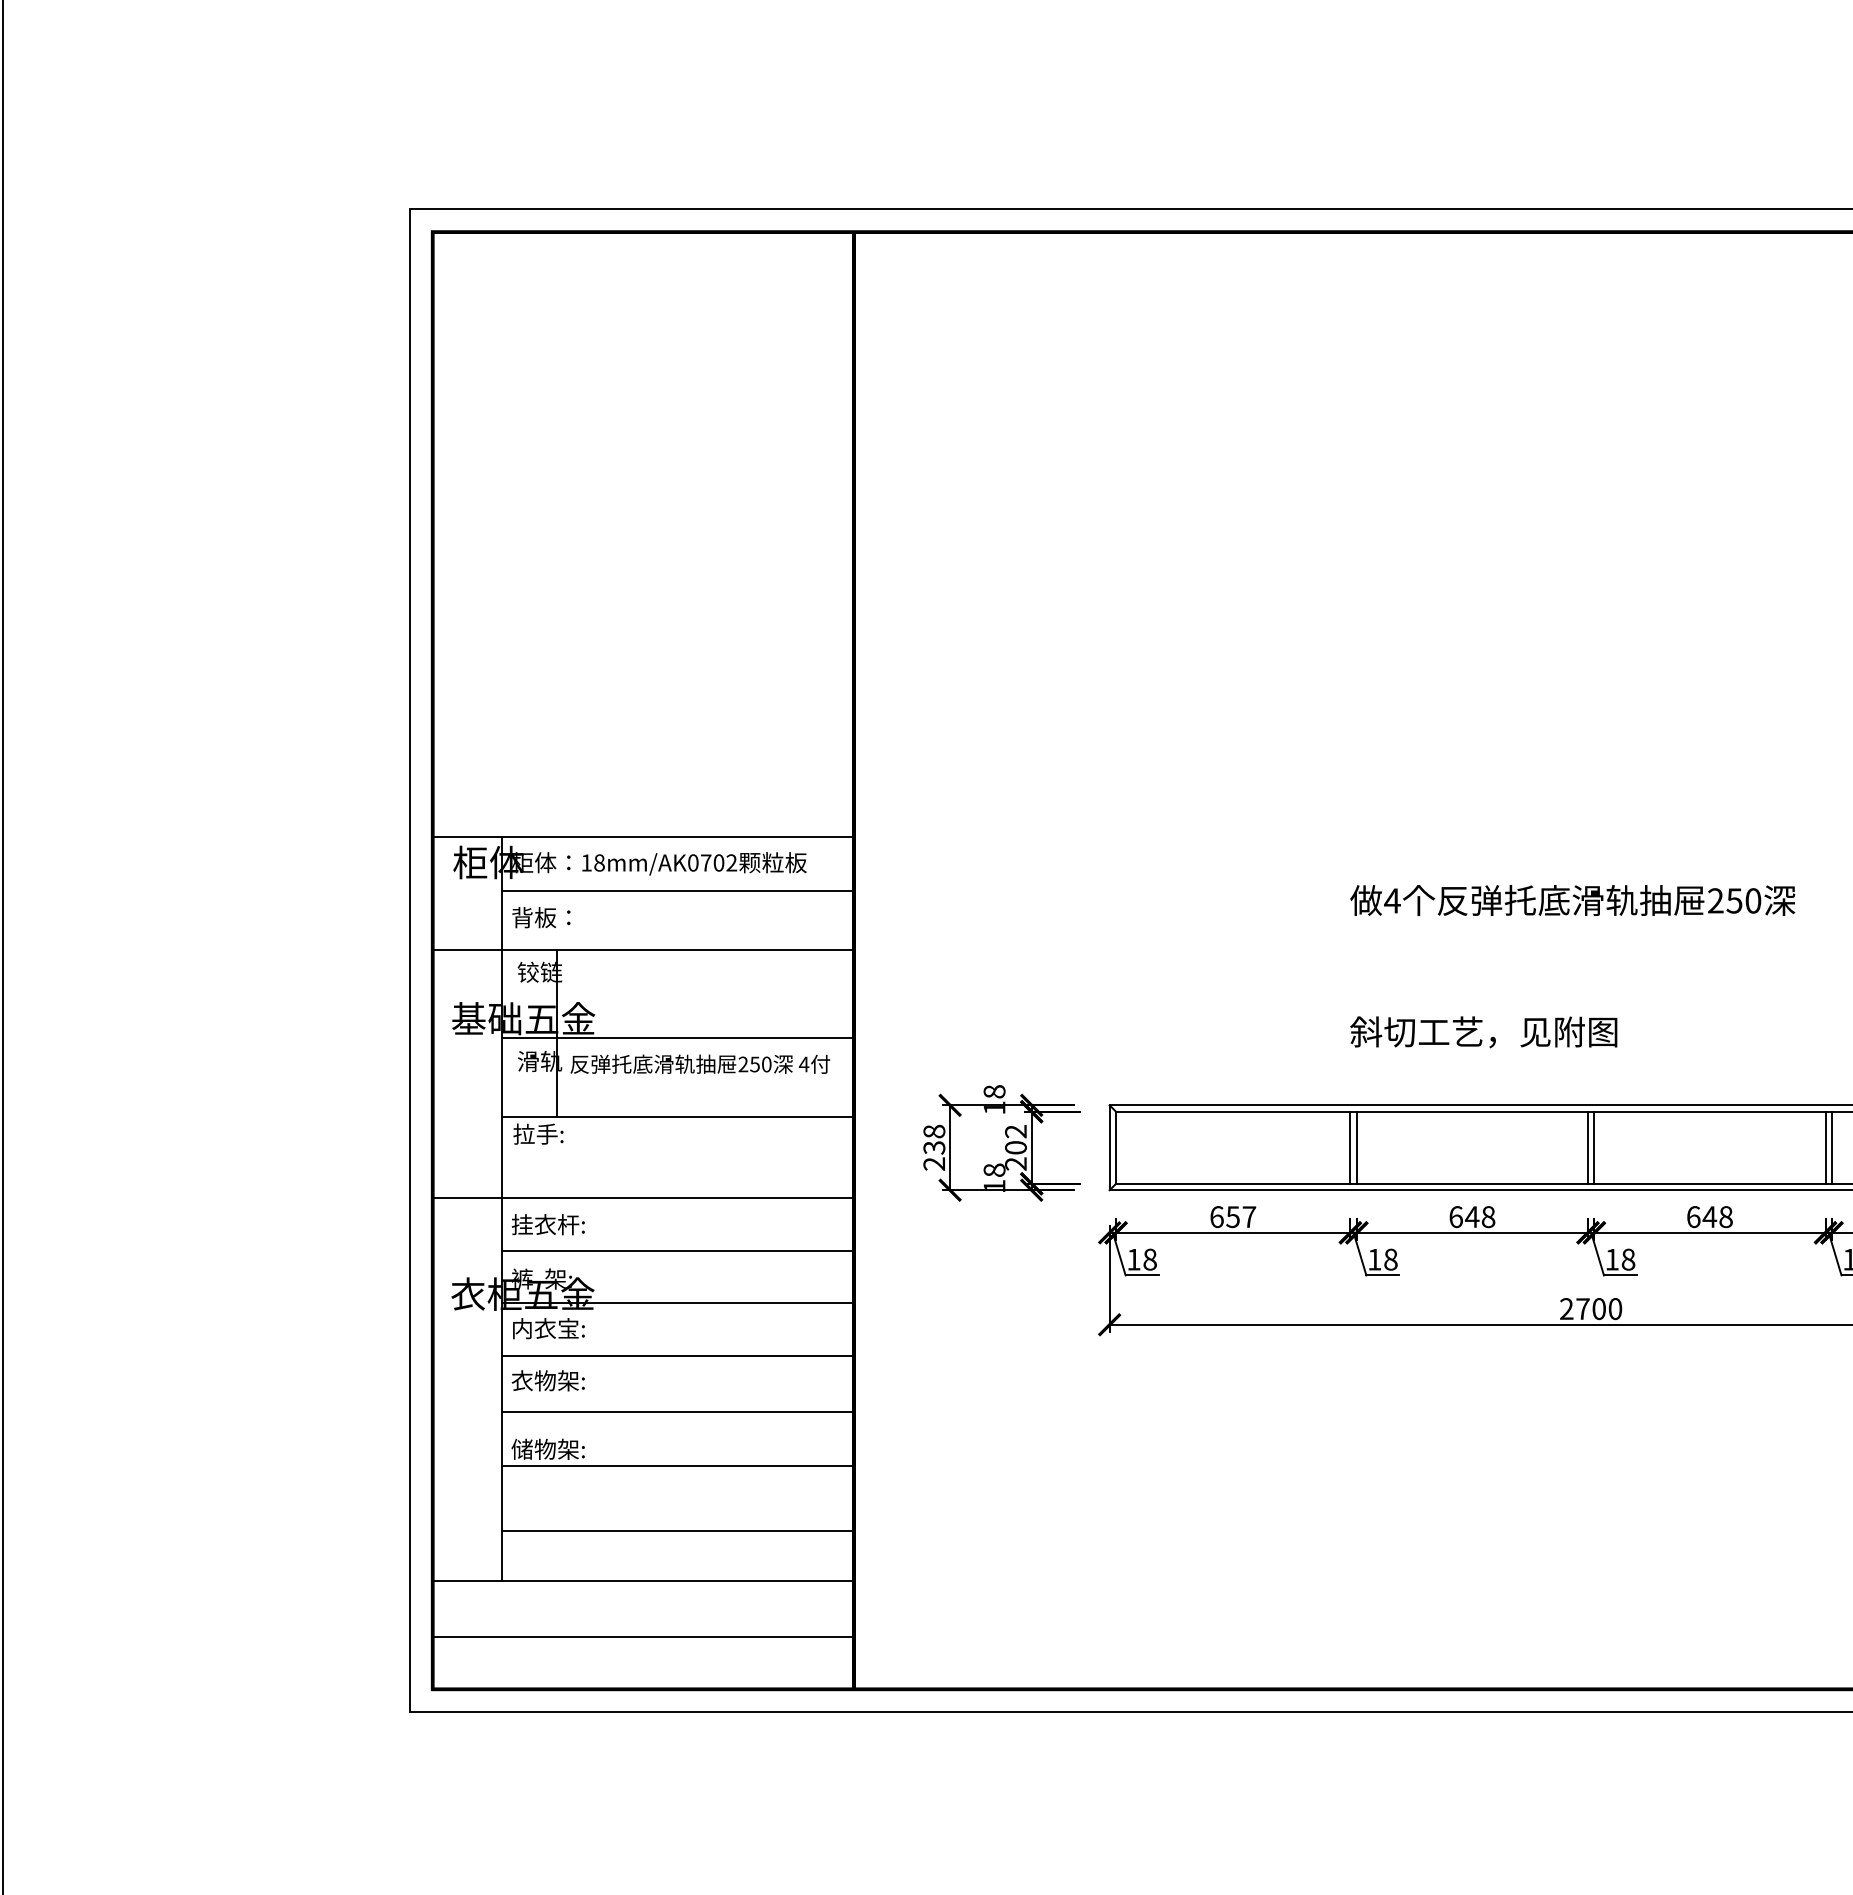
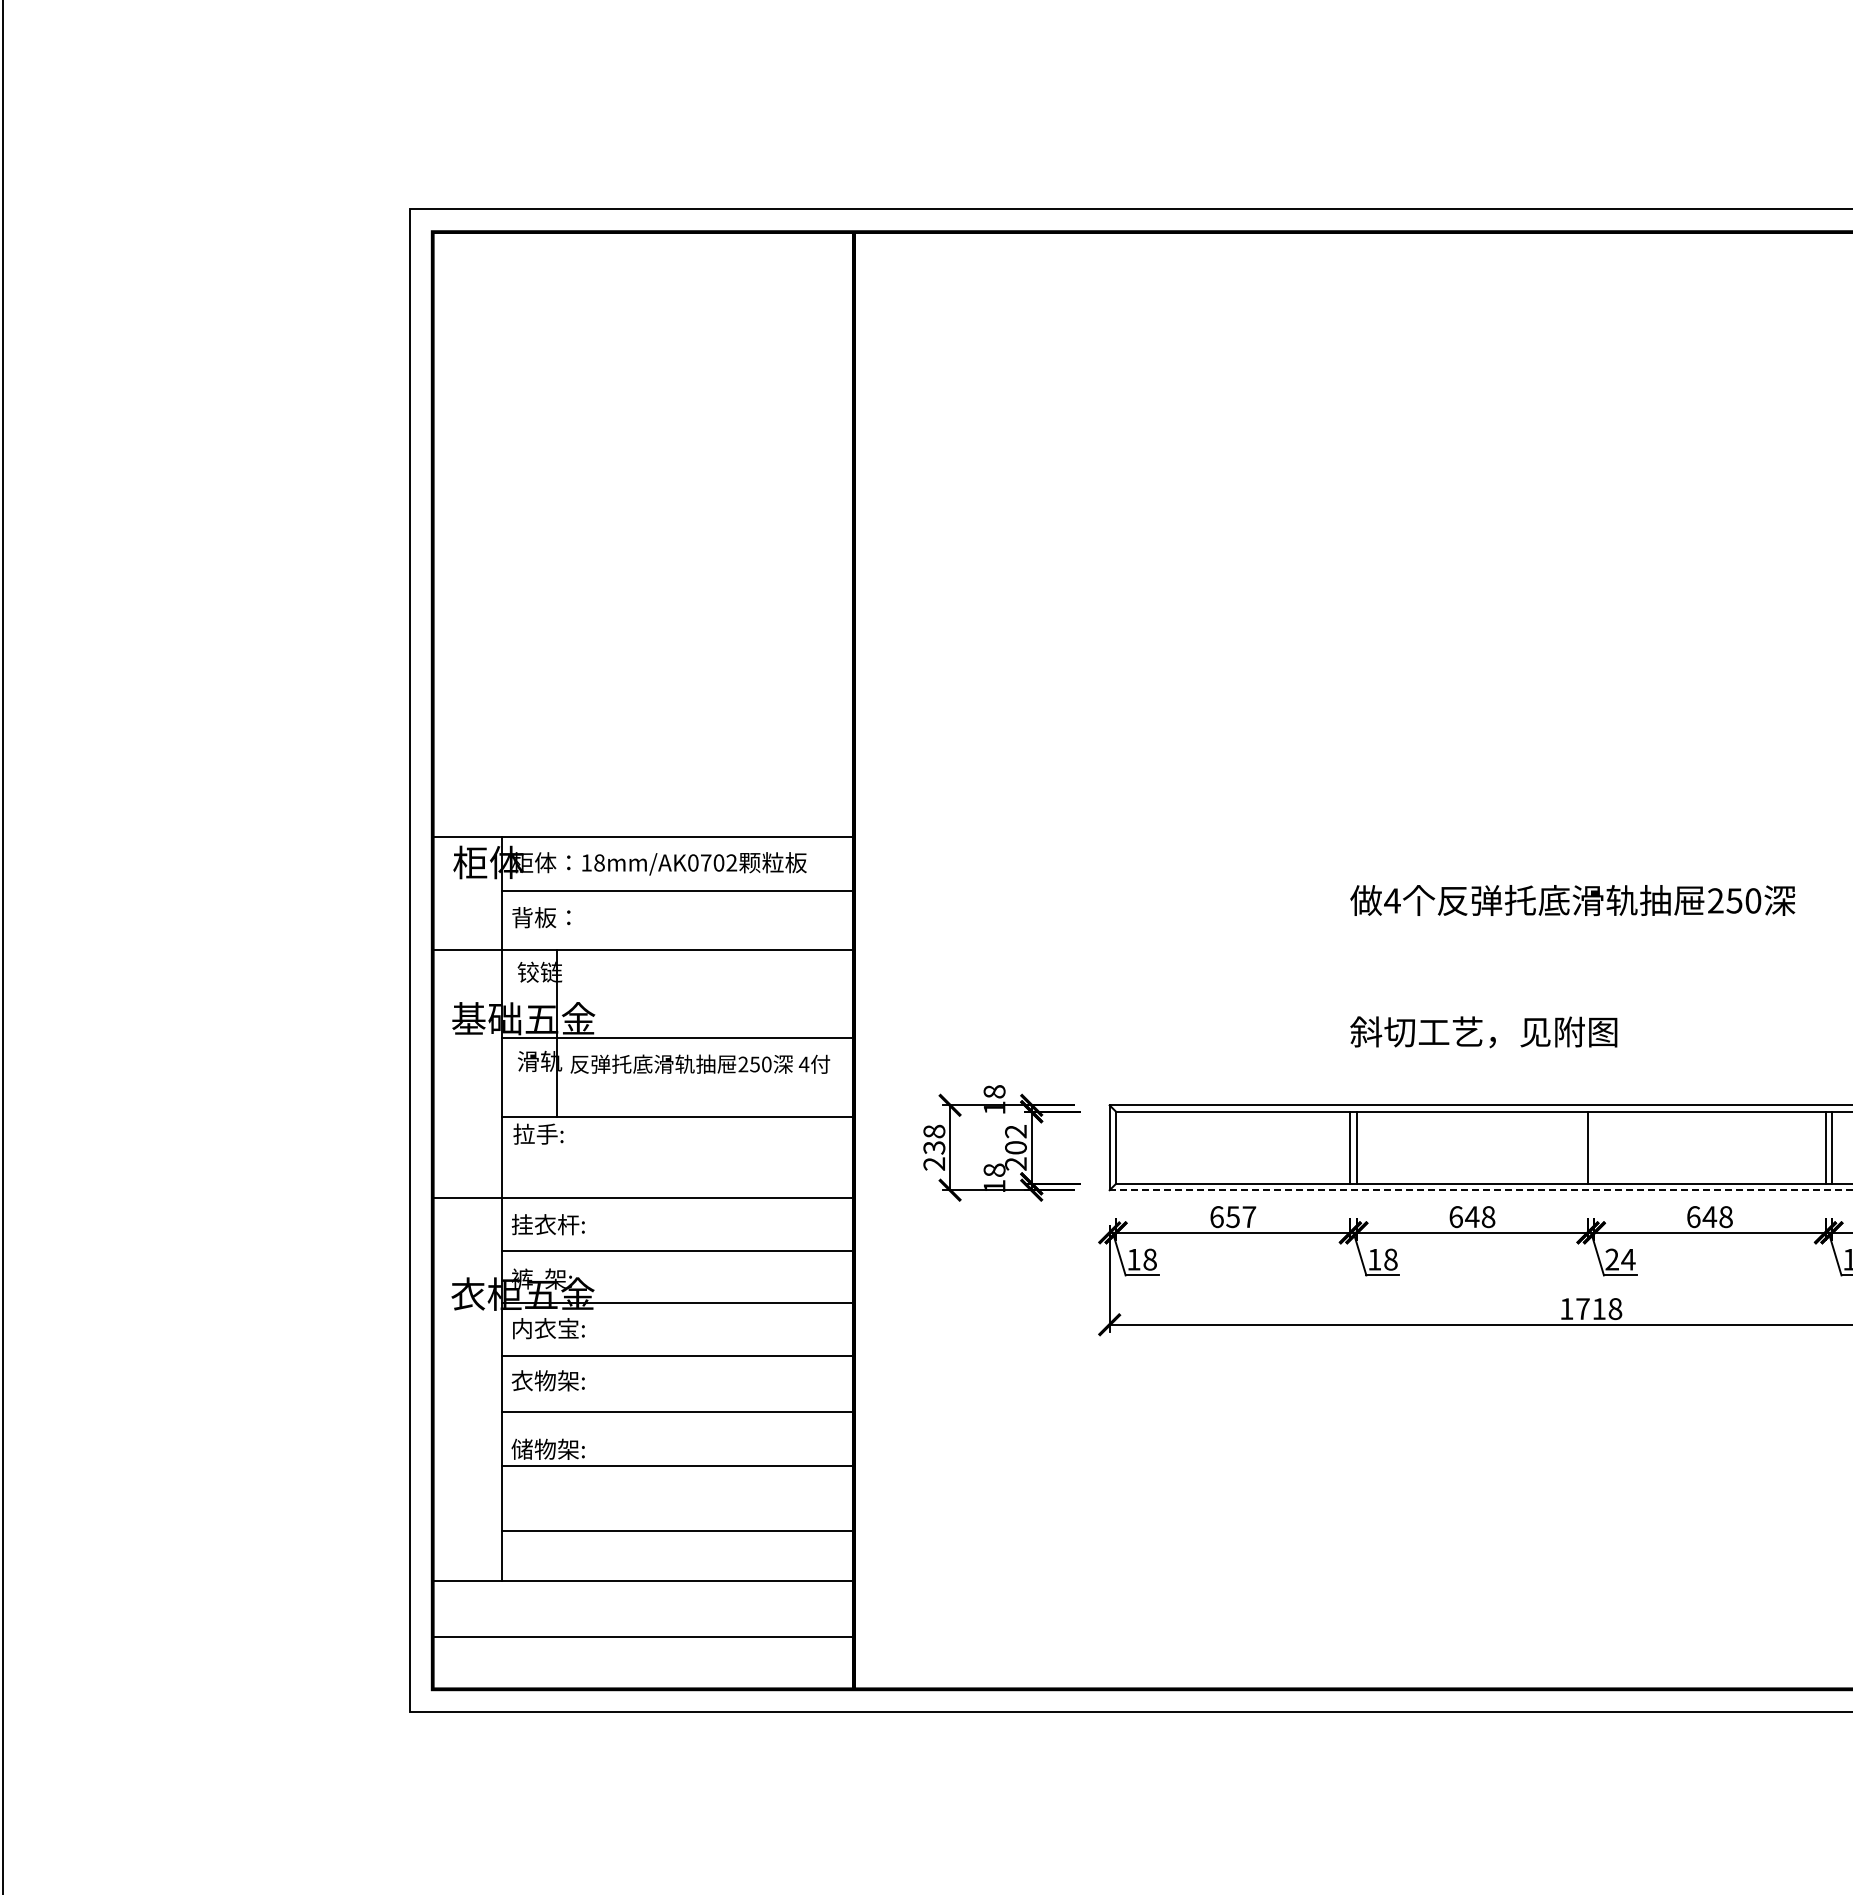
line at (1594, 1147): present -> none
line at (1481, 1190): solid -> dashed
text at (1620, 1259): 18 -> 24
text at (1591, 1309): 2700 -> 1718
